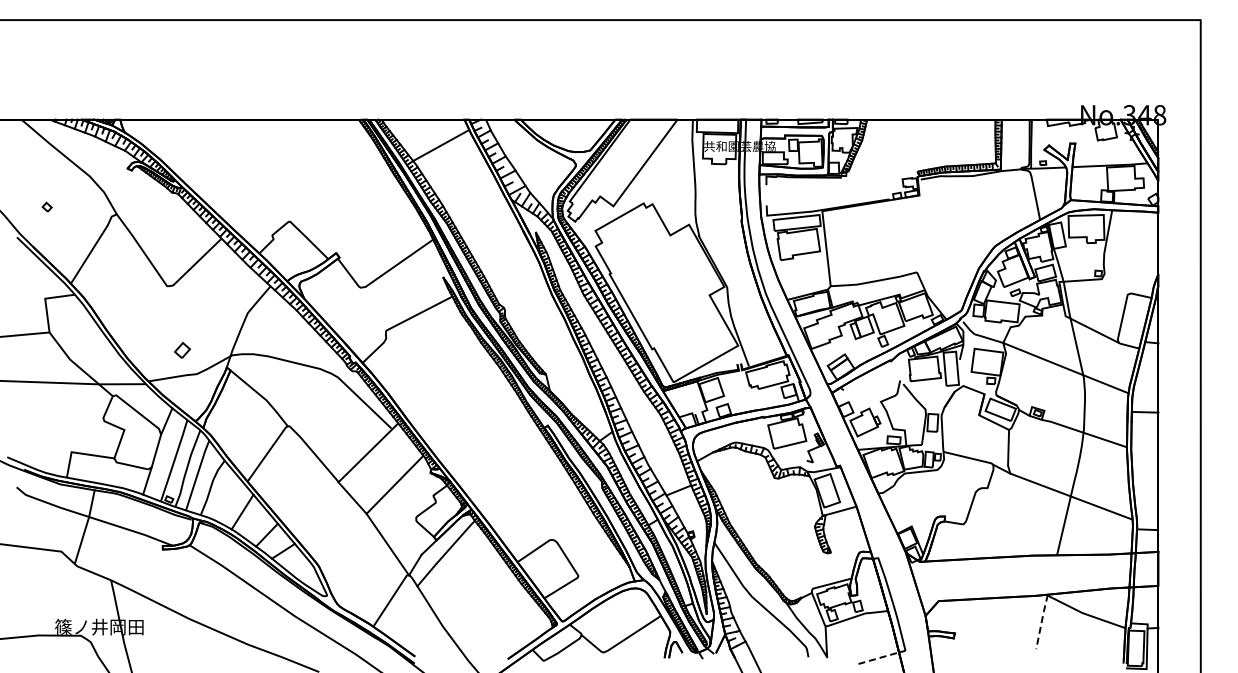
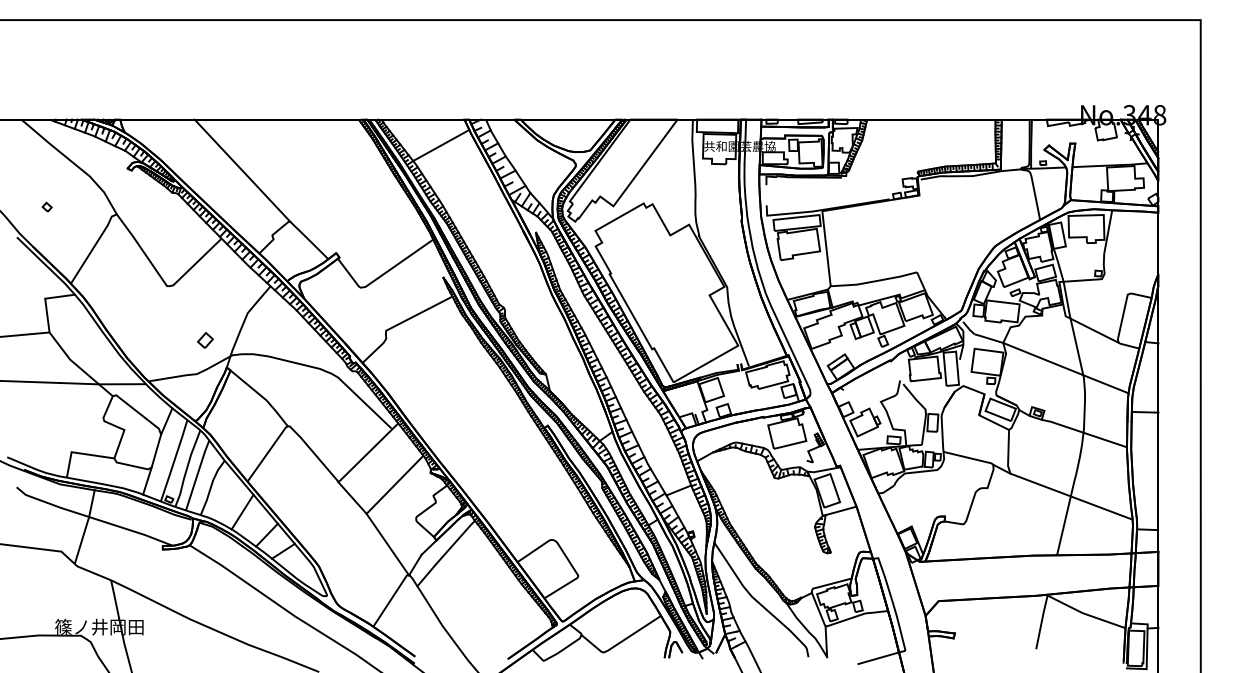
line at (242, 170): none -> present
part at (182, 350) position: (182, 350) -> (205, 340)
line at (1041, 621): dashed -> solid
line at (879, 658): dashed -> solid
